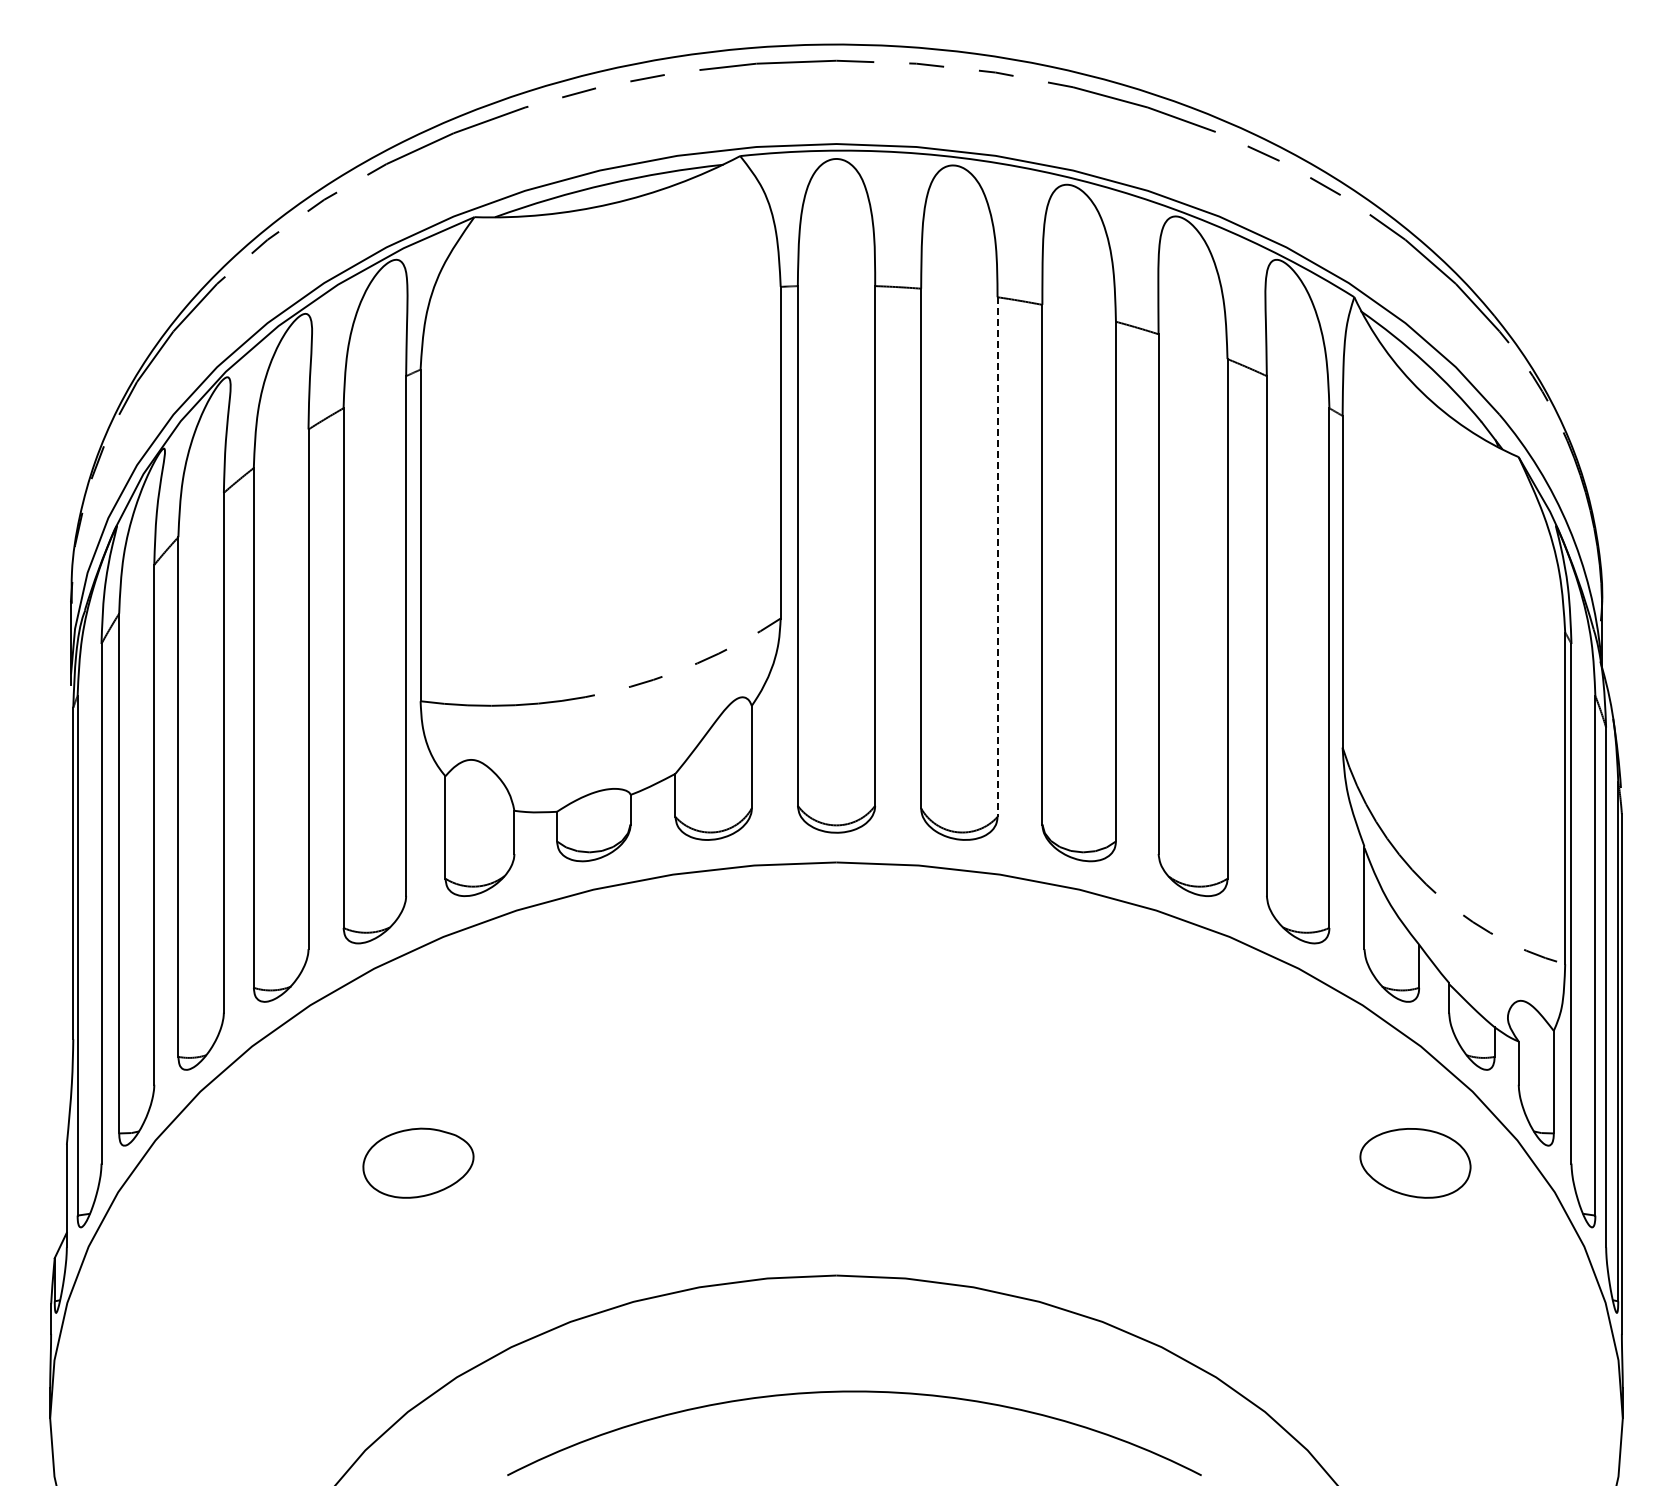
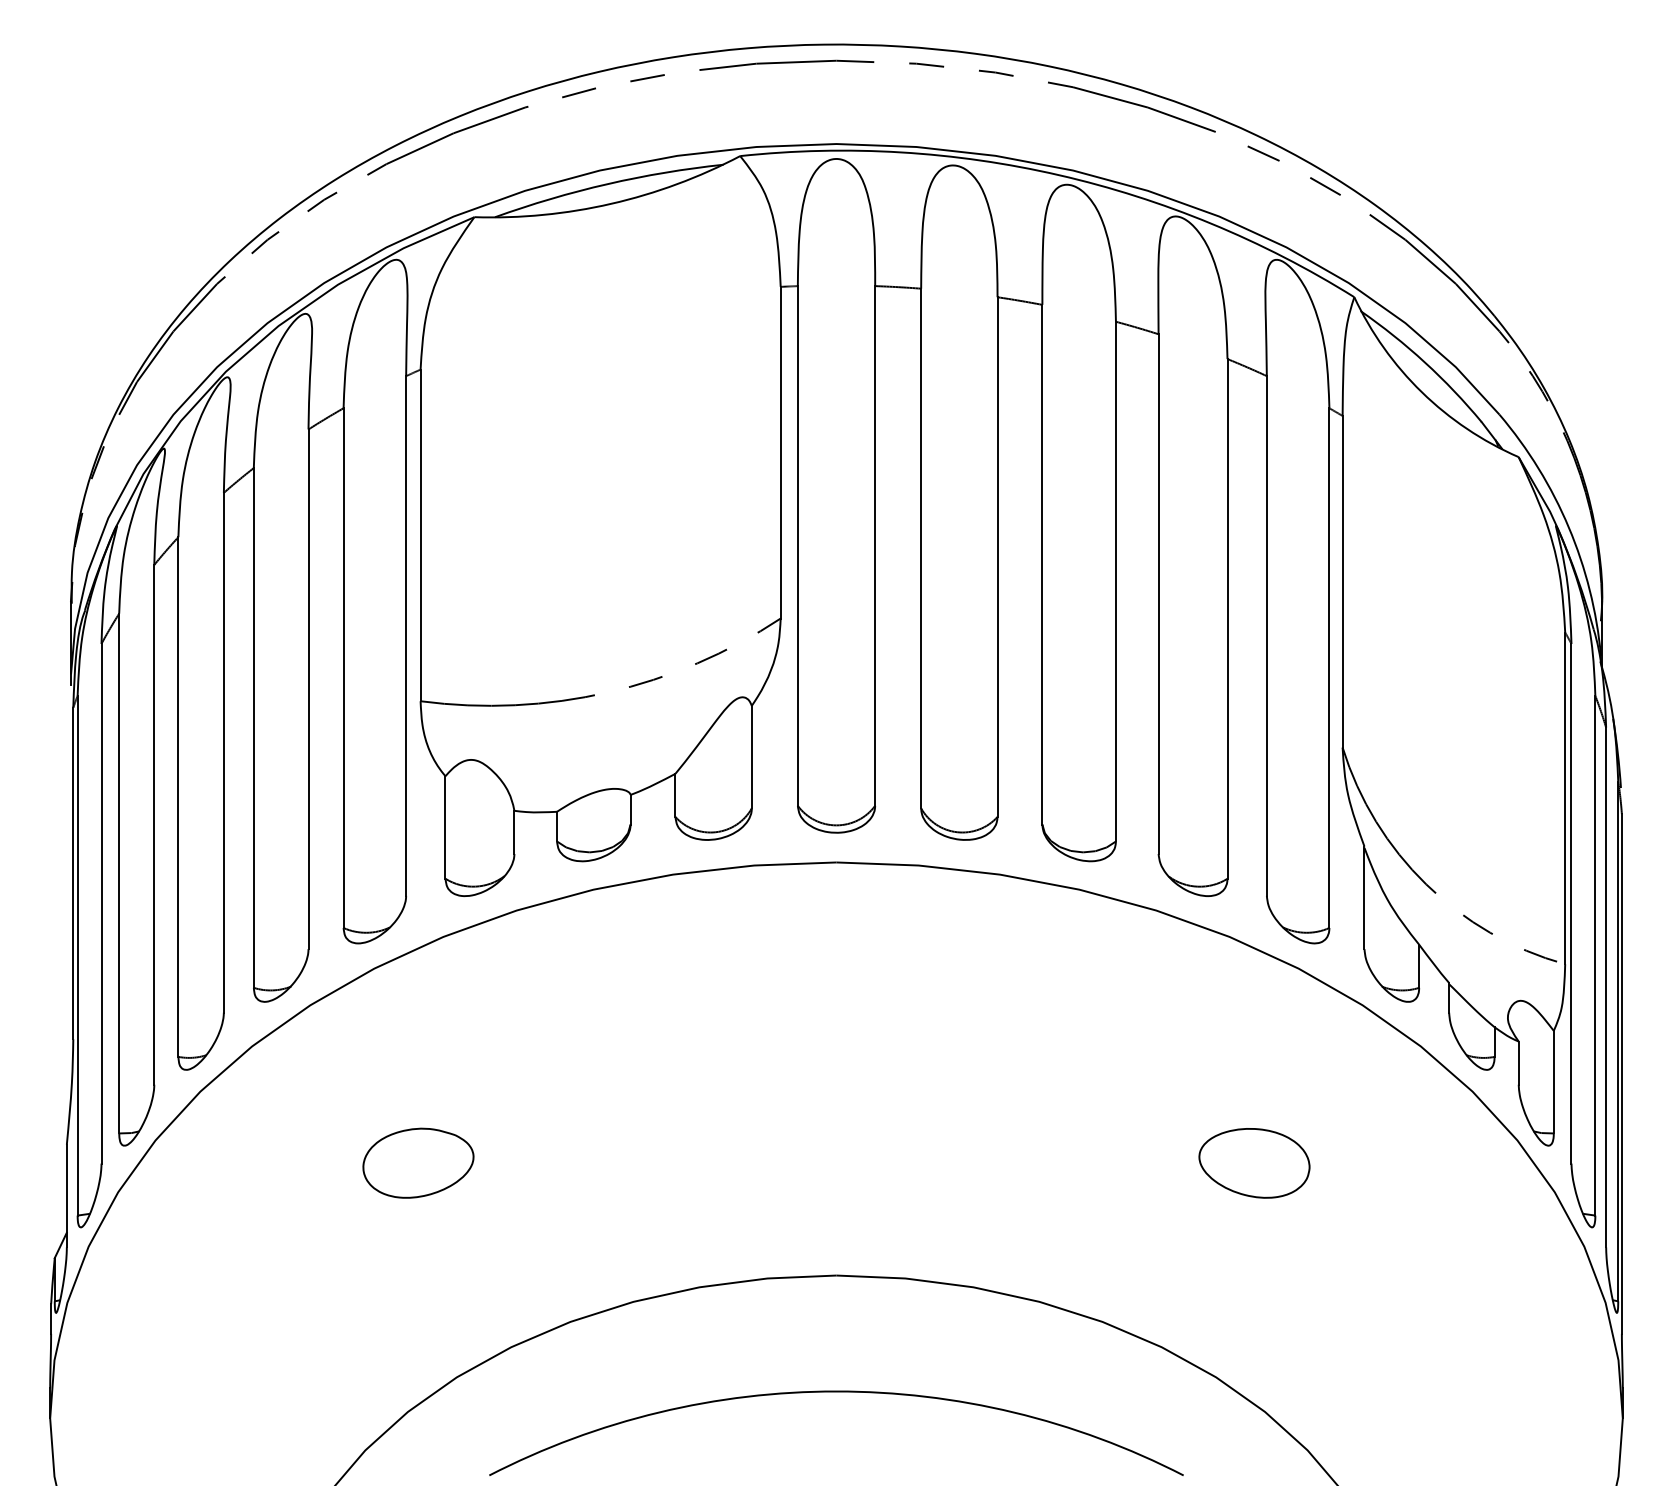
line at (997, 557): dashed -> solid
part at (1415, 1163) position: (1415, 1163) -> (1254, 1163)
arc at (854, 1392) position: (854, 1392) -> (836, 1392)
